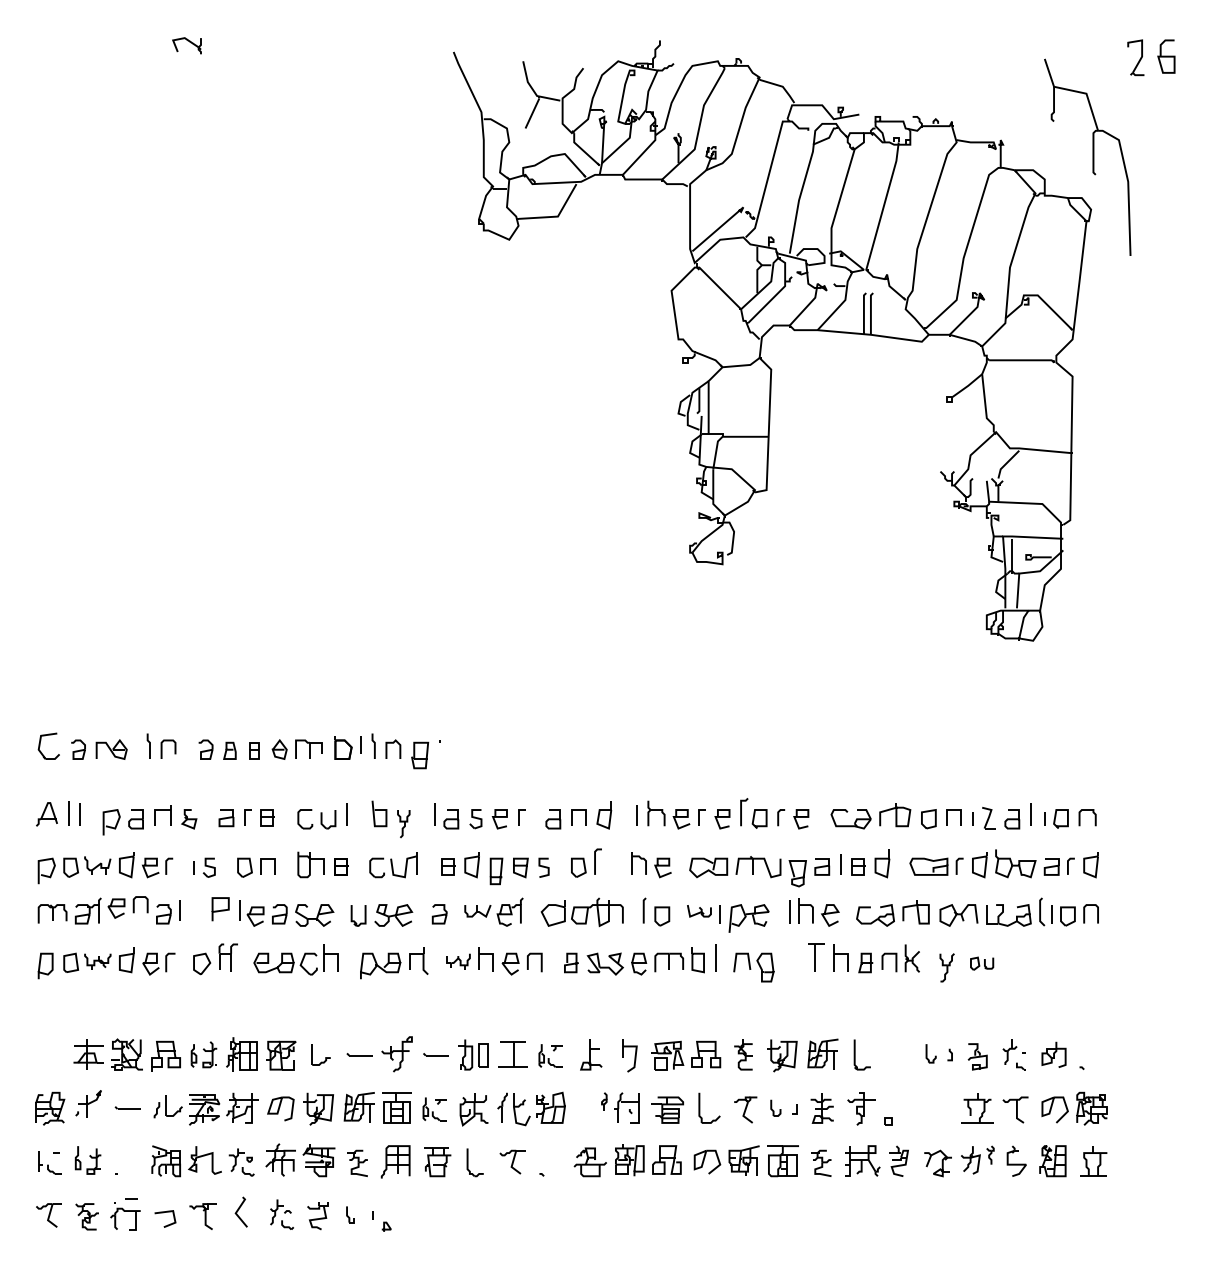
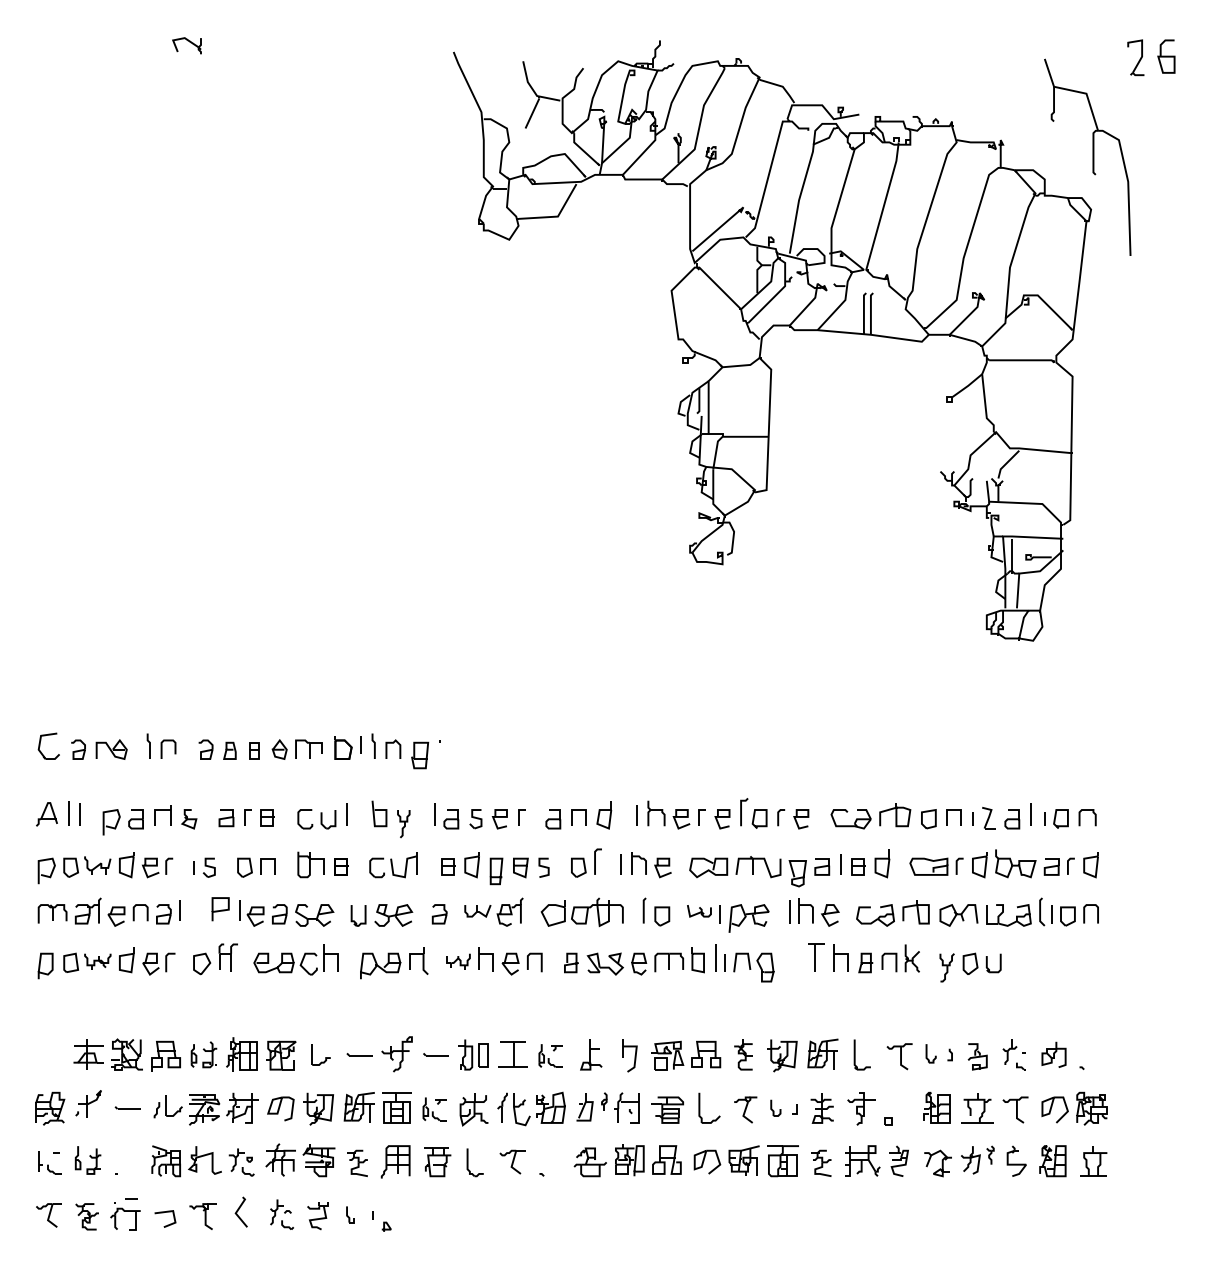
line at (620, 864): none -> present
part at (127, 907) position: (127, 907) -> (127, 915)
line at (724, 962): none -> present
part at (982, 963) size: 25x15 px -> 40x23 px
part at (899, 1056): none -> present
part at (584, 1107): none -> present
part at (936, 1107): none -> present
